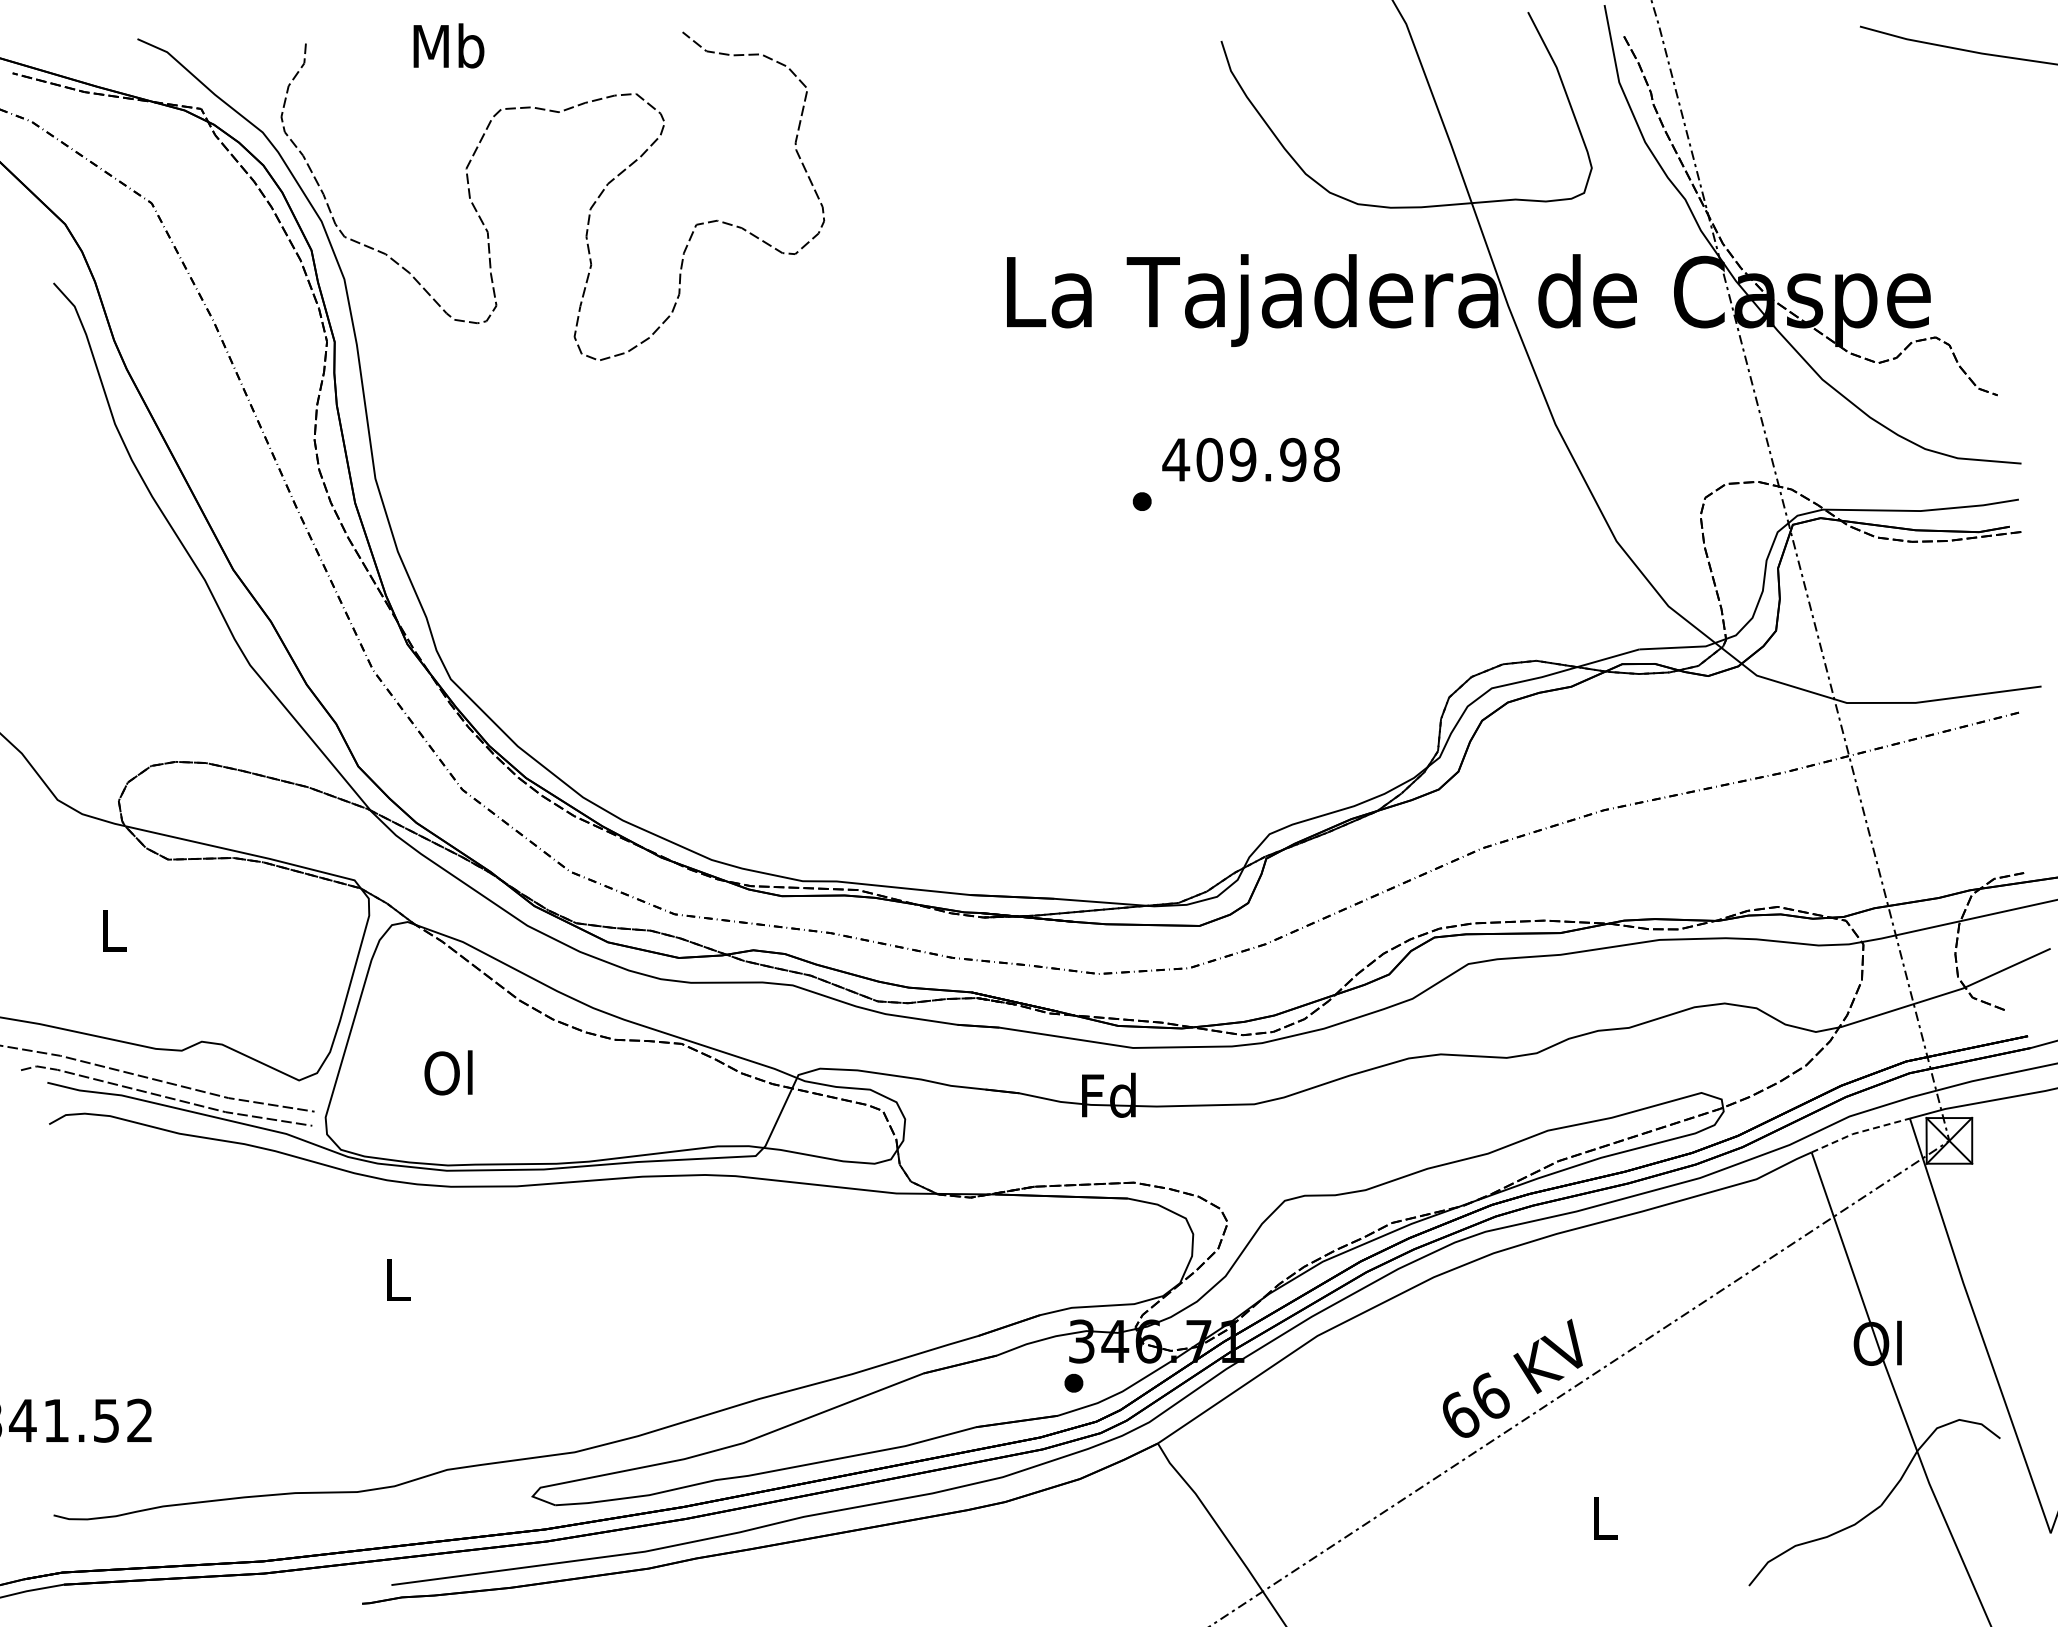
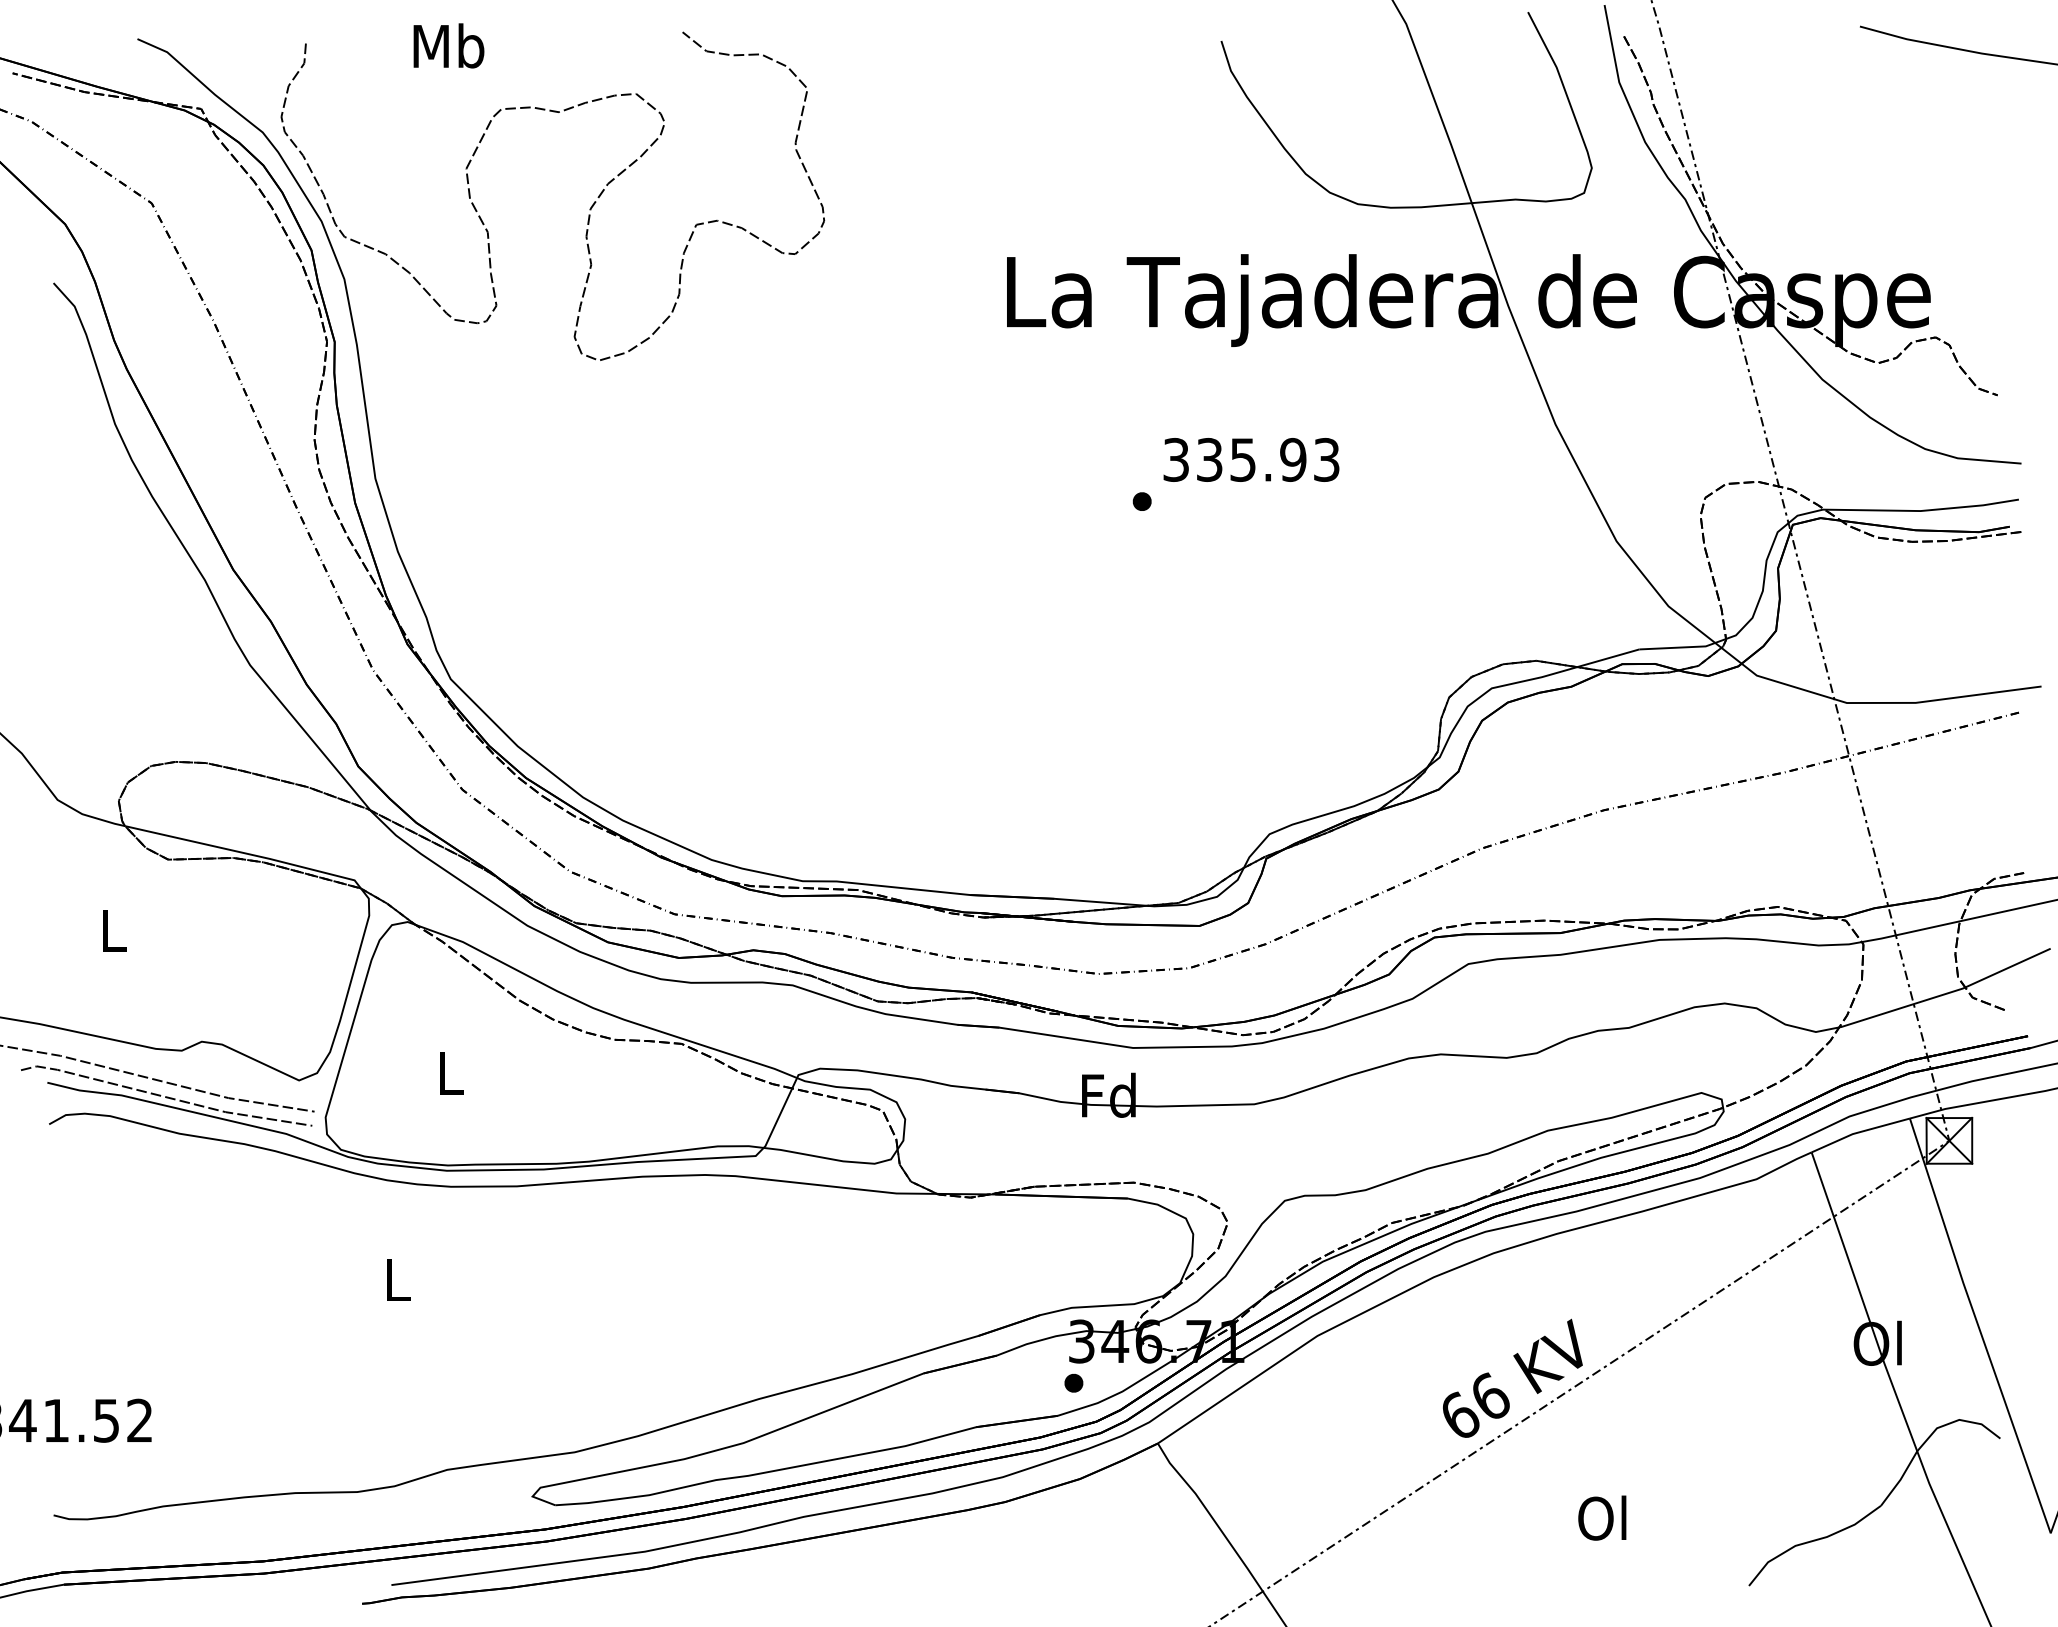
text at (1250, 459): 409.98 -> 335.93
text at (448, 1072): Ol -> L
line at (1859, 1132): dashed -> solid
text at (1602, 1517): L -> Ol
